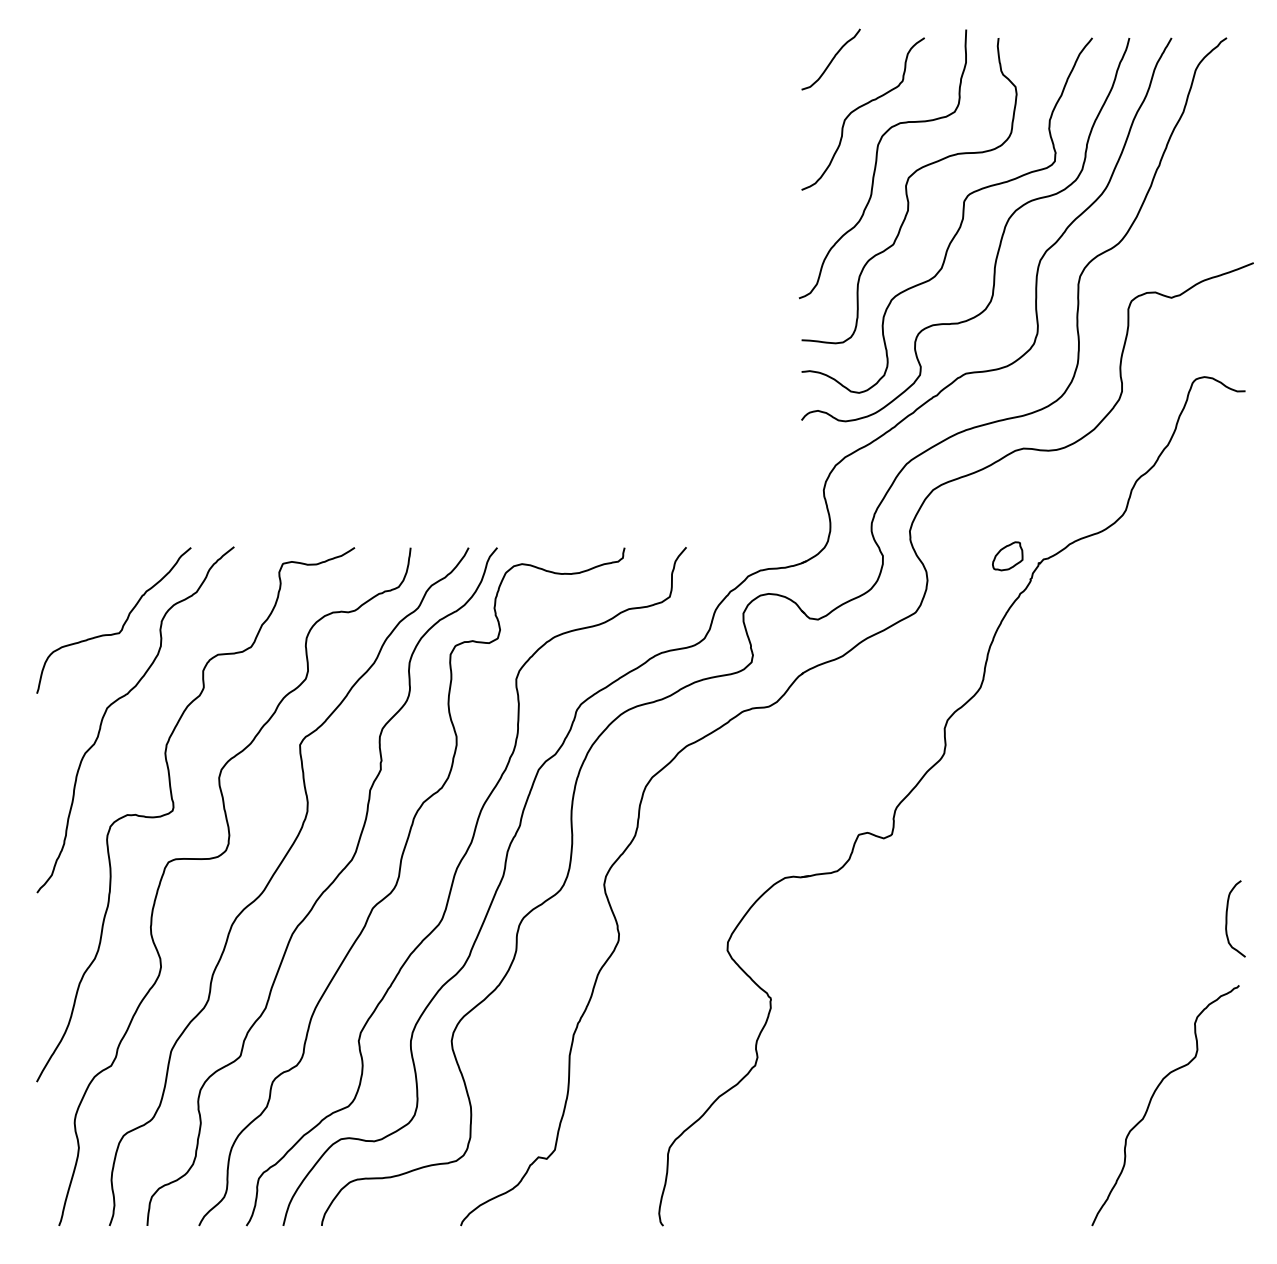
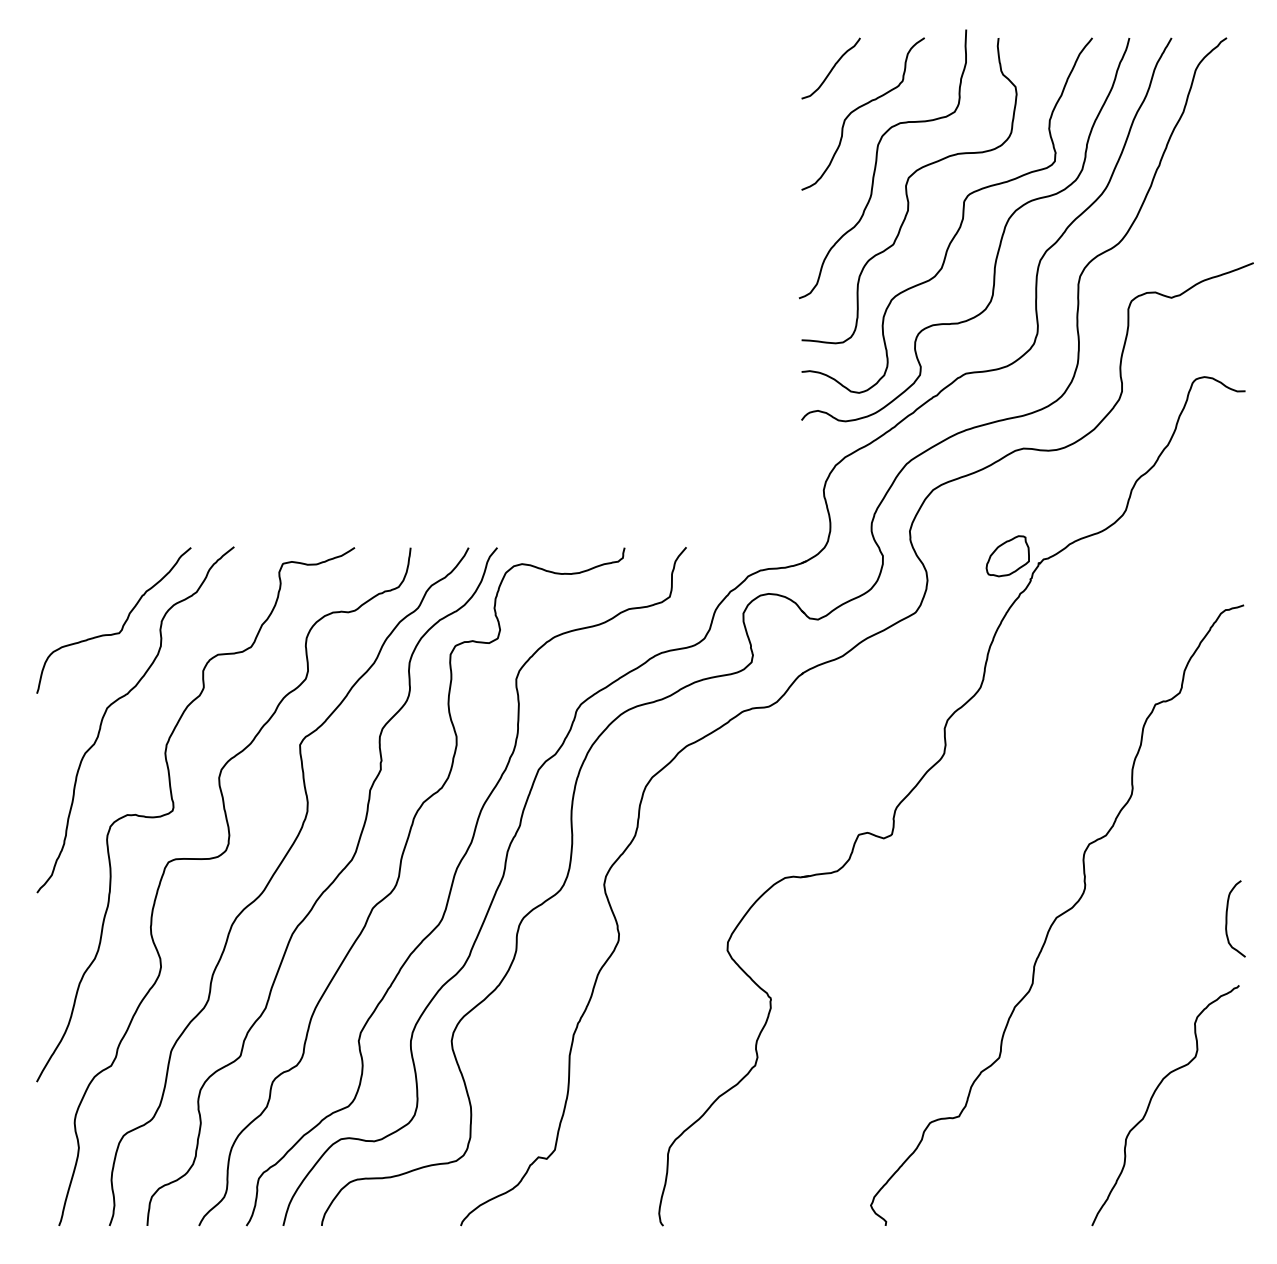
curve at (831, 59) position: (831, 59) -> (831, 68)
part at (1007, 556) size: 32x31 px -> 45x43 px
curve at (1058, 915): none -> present
